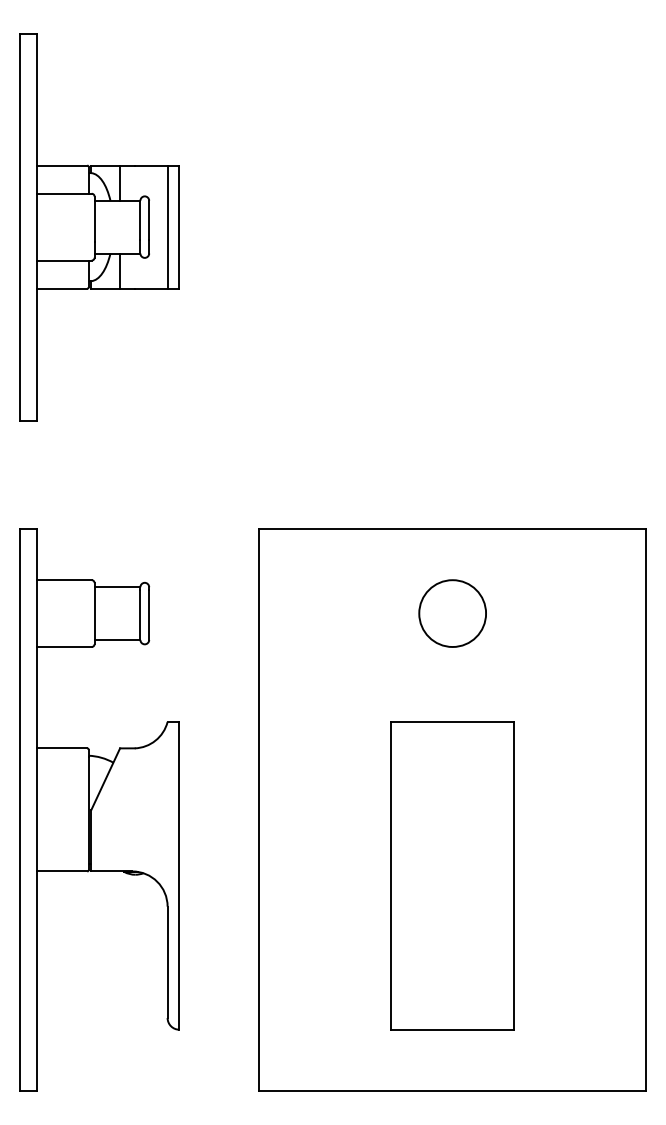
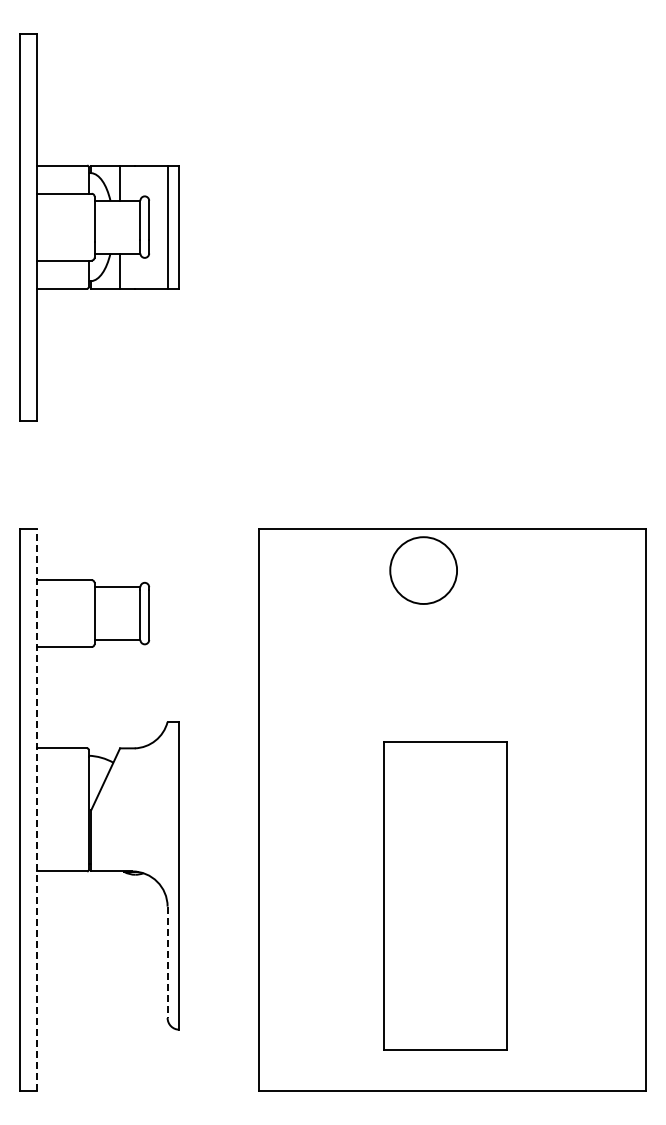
circle at (452, 613) position: (452, 613) -> (423, 570)
line at (37, 809): solid -> dashed
part at (452, 875) position: (452, 875) -> (445, 895)
line at (167, 962): solid -> dashed
